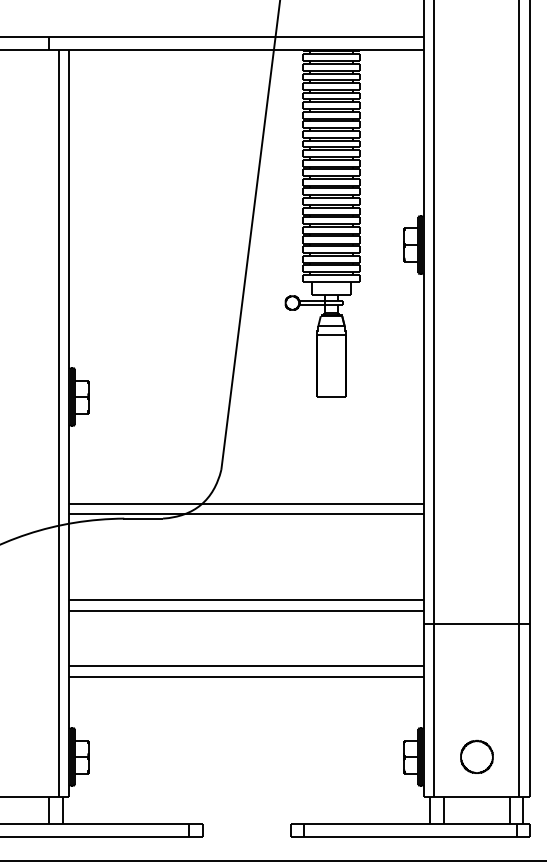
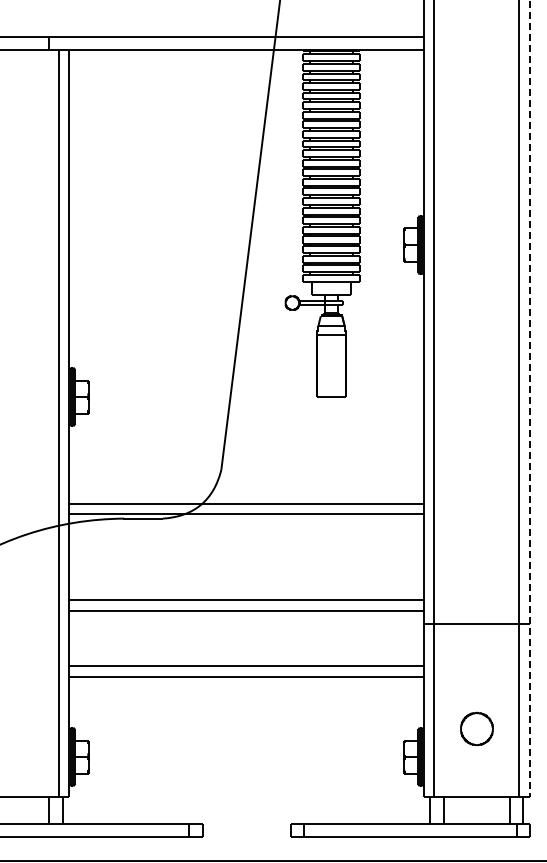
line at (530, 399): solid -> dashed
part at (476, 756) position: (476, 756) -> (476, 728)
